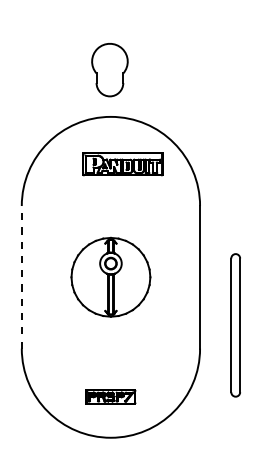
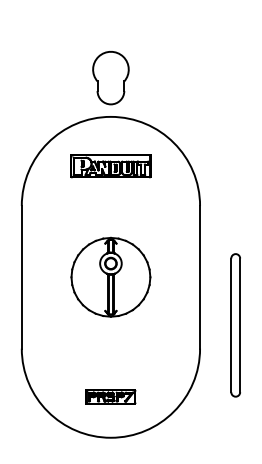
part at (109, 70) position: (109, 70) -> (110, 78)
part at (122, 164) position: (122, 164) -> (110, 166)
line at (21, 276): dashed -> solid
